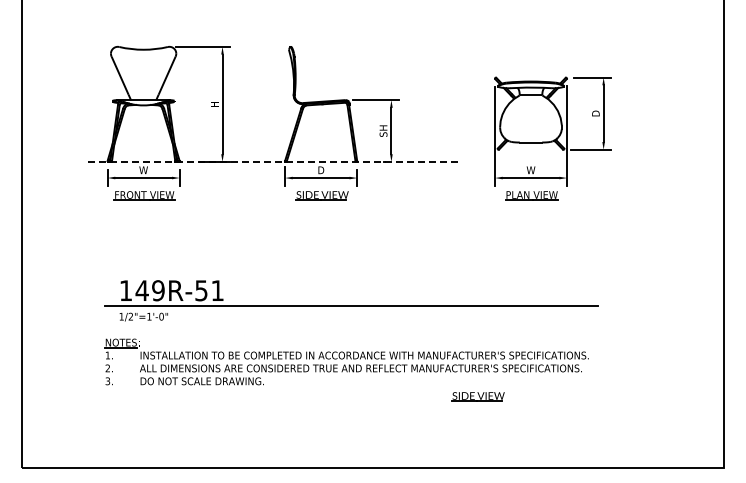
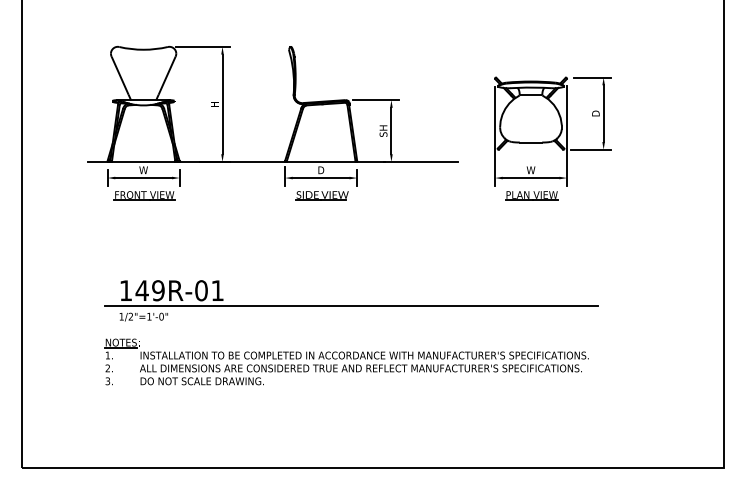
line at (273, 162): dashed -> solid
text at (201, 290): 149R-51 -> 149R-01
part at (477, 396): present -> none
